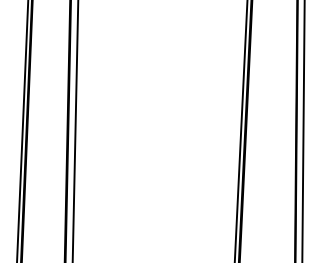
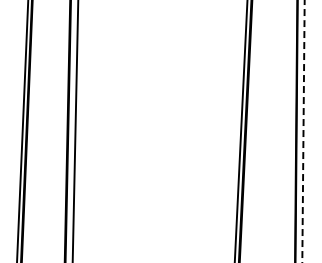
line at (303, 131): solid -> dashed
